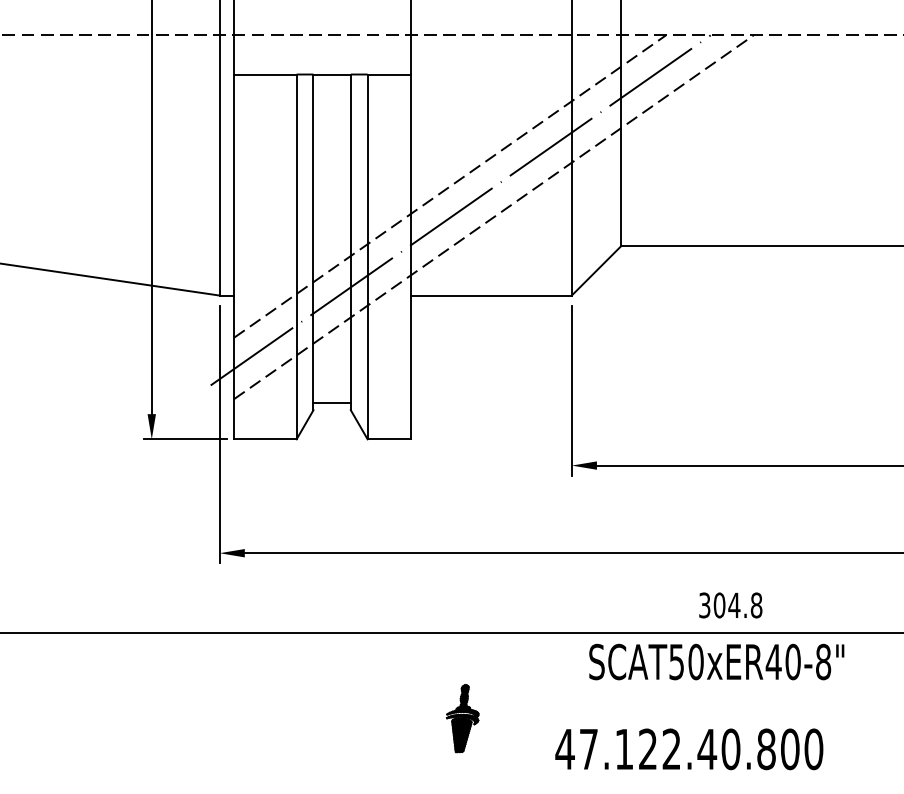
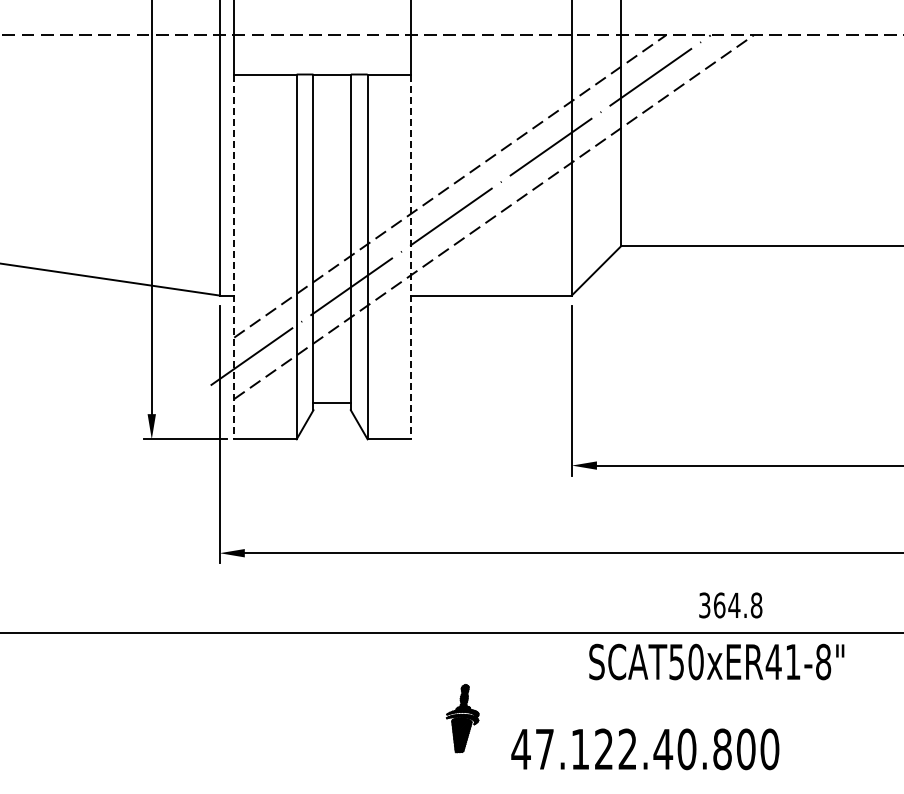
line at (234, 257): solid -> dashed
line at (411, 257): solid -> dashed
text at (719, 605): 304.8 -> 364.8
text at (792, 661): SCAT50xER40-8" -> SCAT50xER41-8"
text at (689, 749) position: (689, 749) -> (645, 749)
